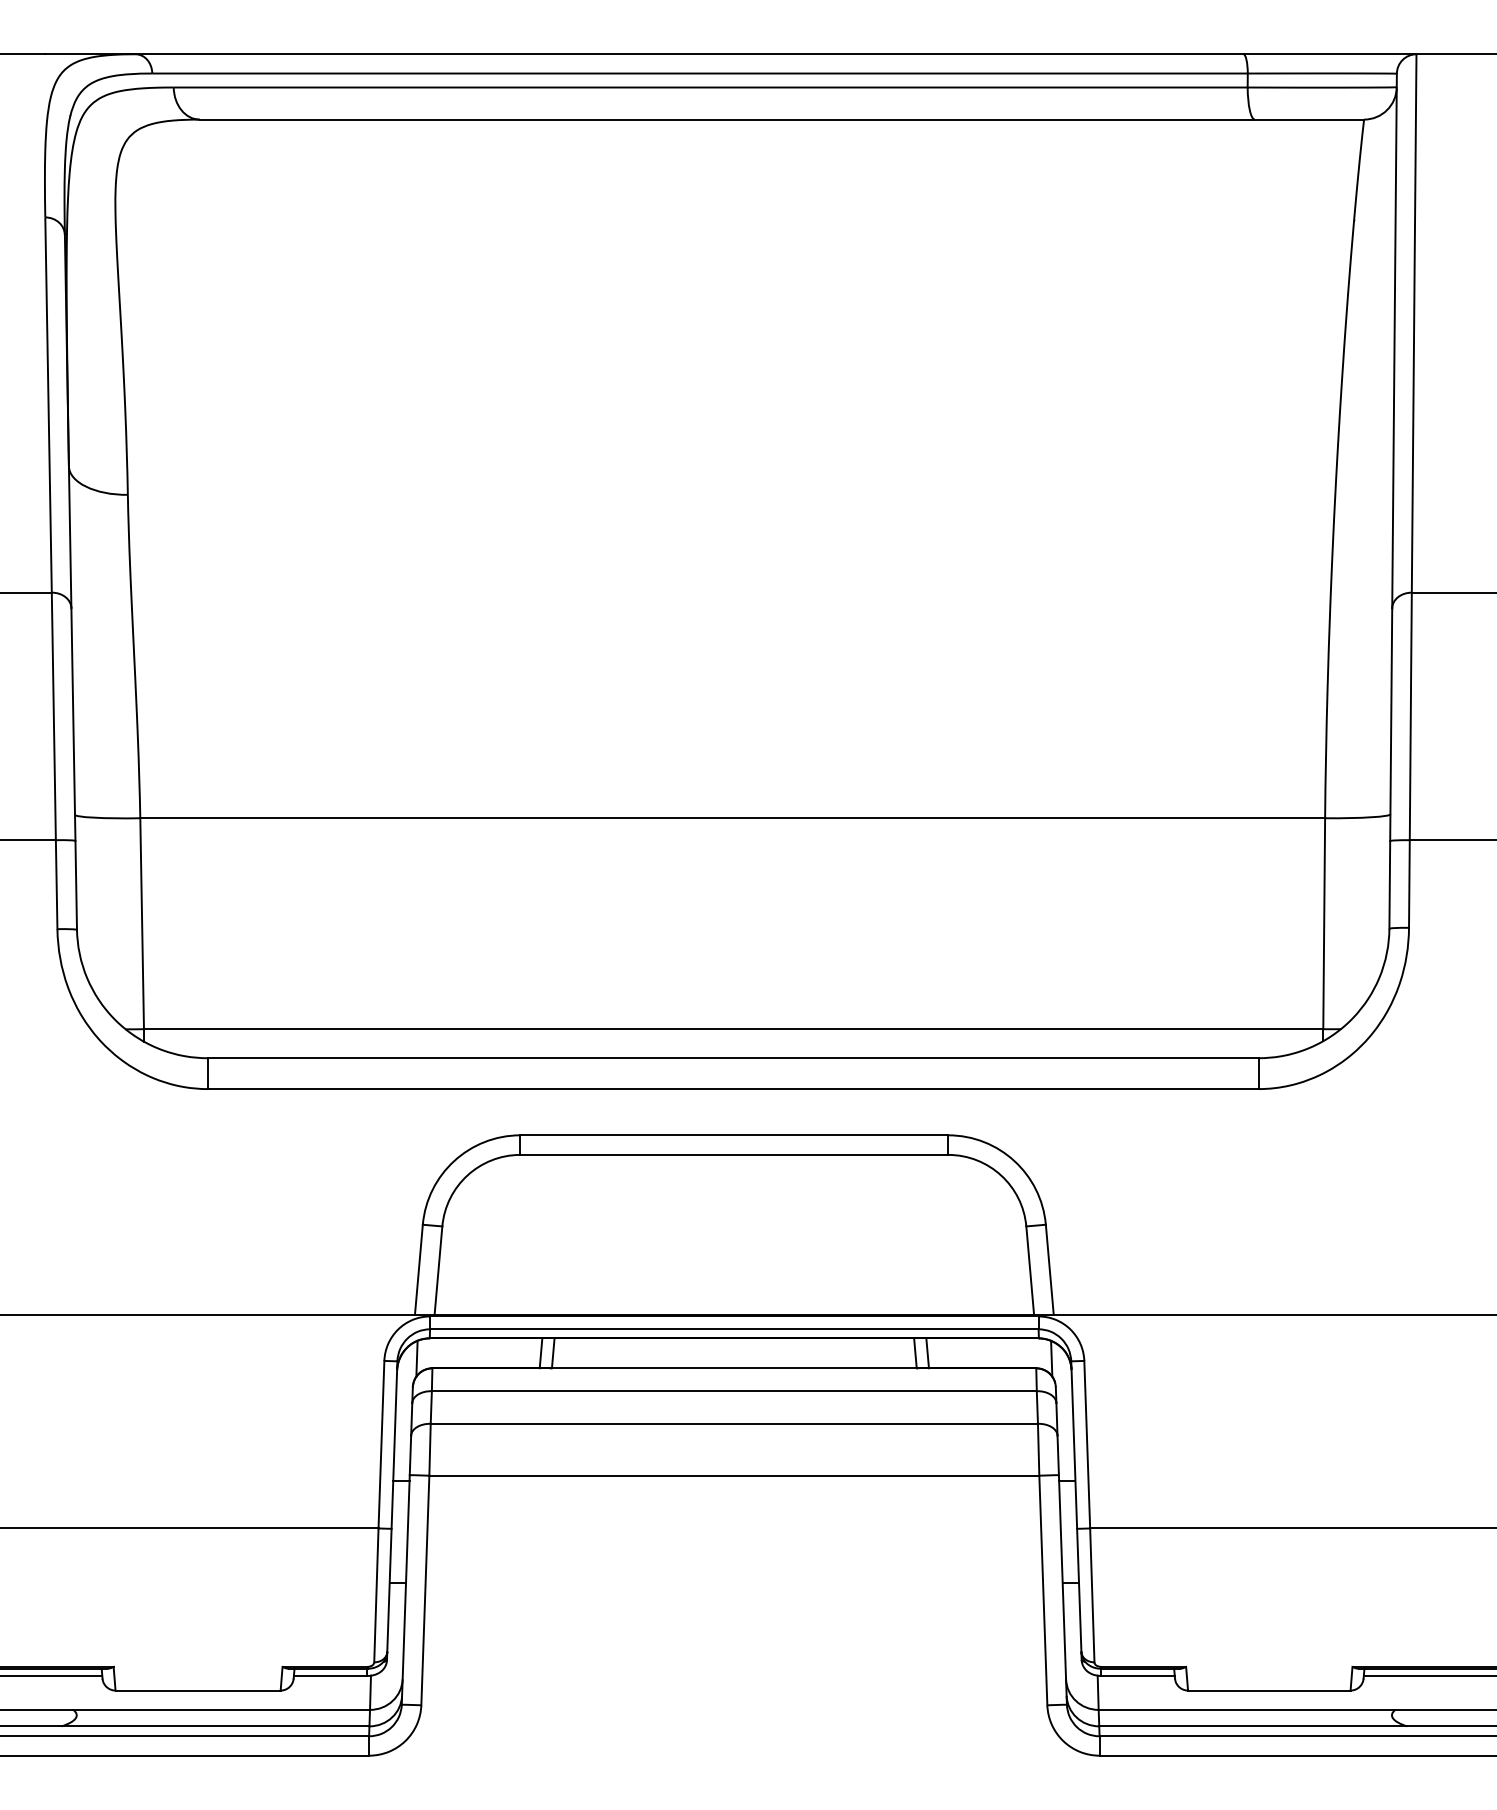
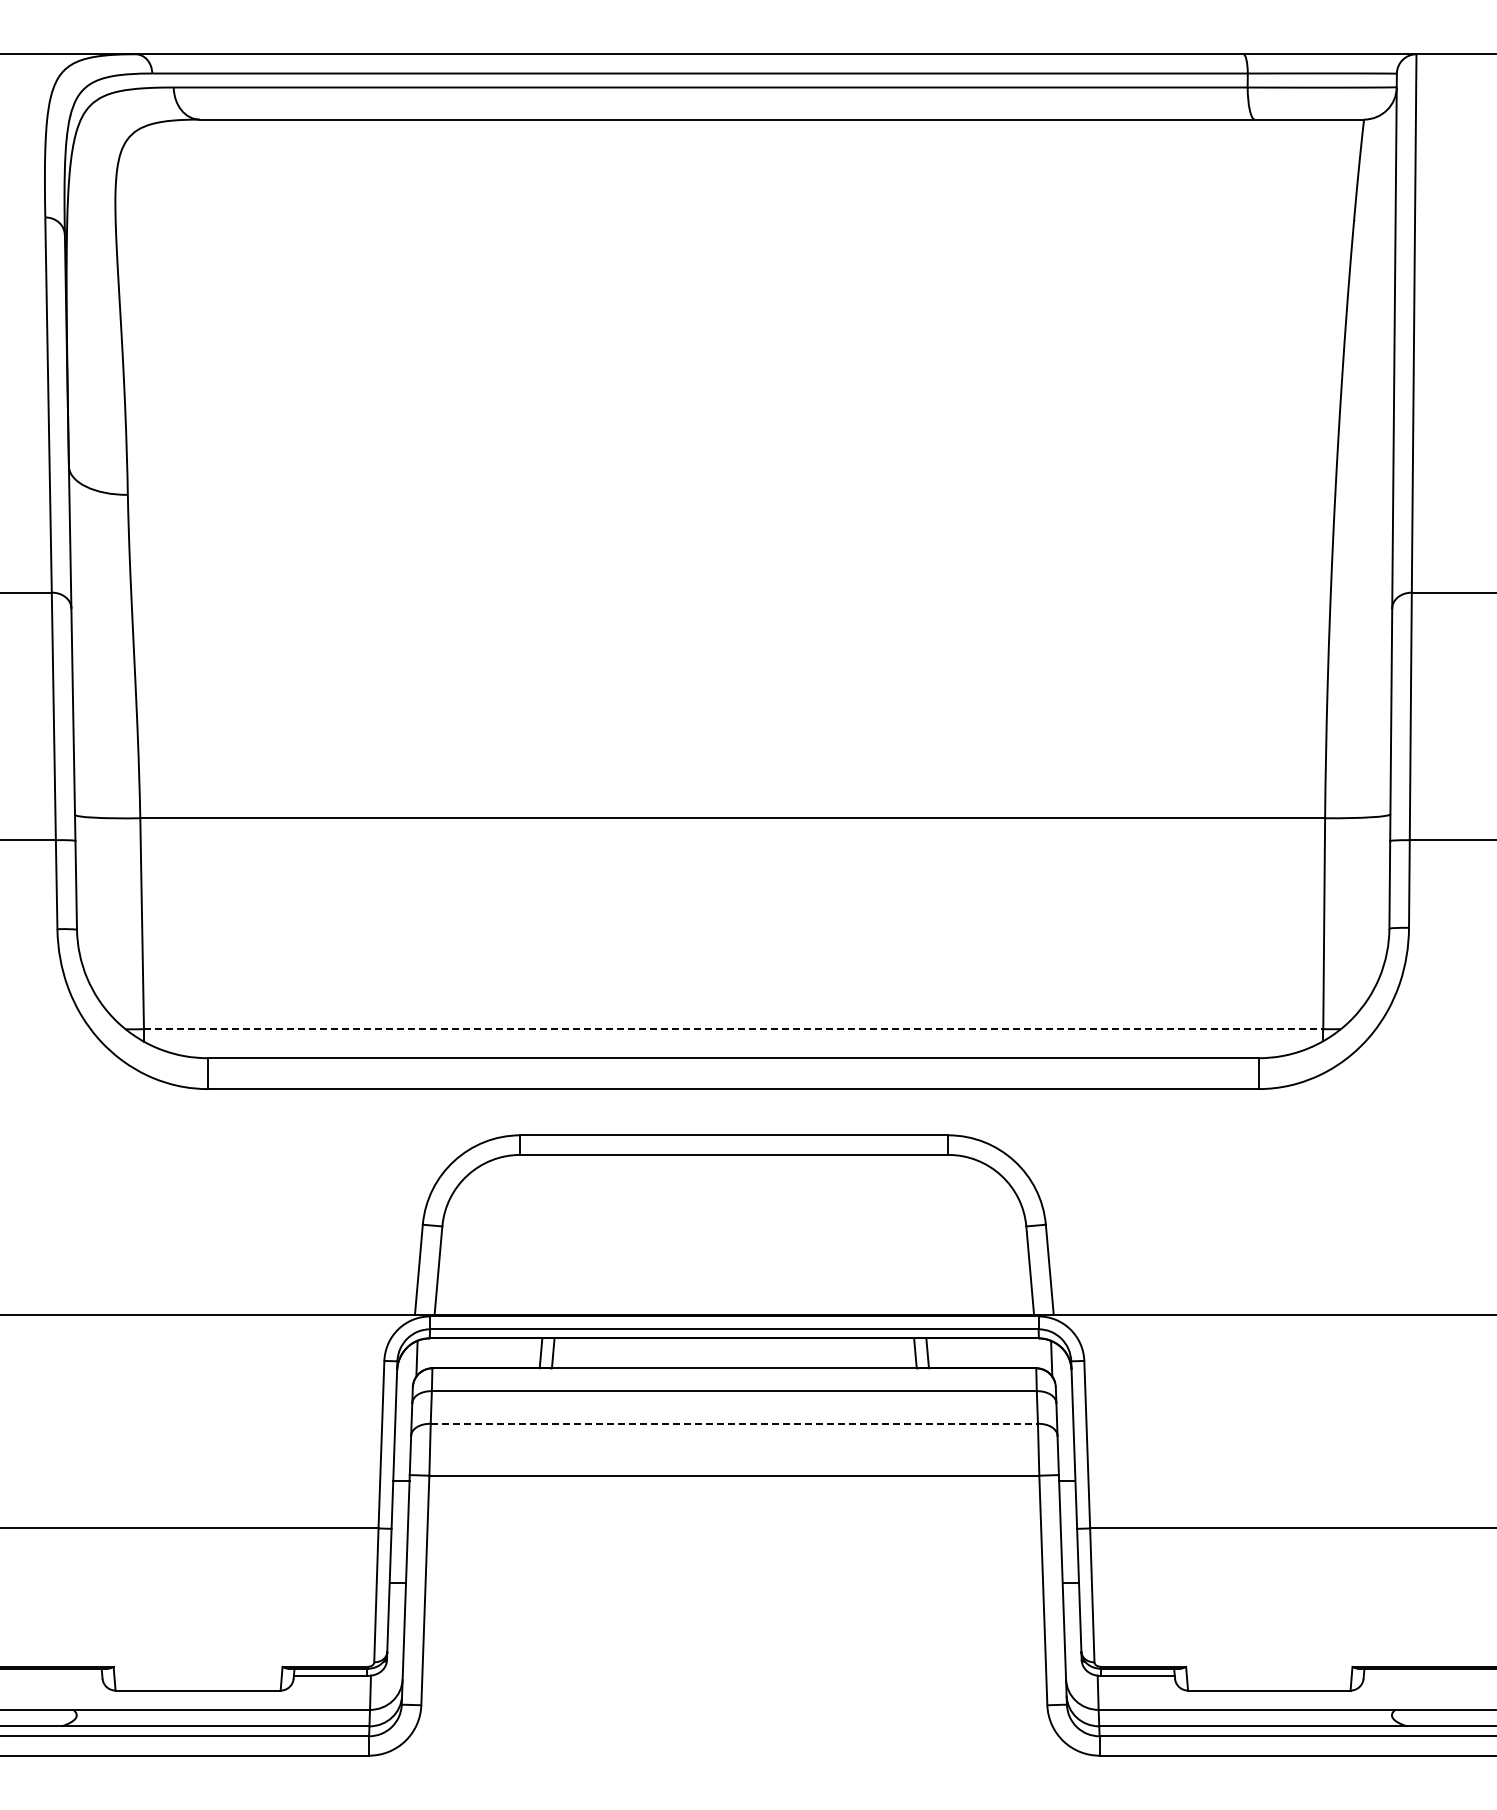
line at (733, 1029): solid -> dashed
line at (734, 1423): solid -> dashed
line at (52, 1675): present -> none
line at (1428, 1675): present -> none
